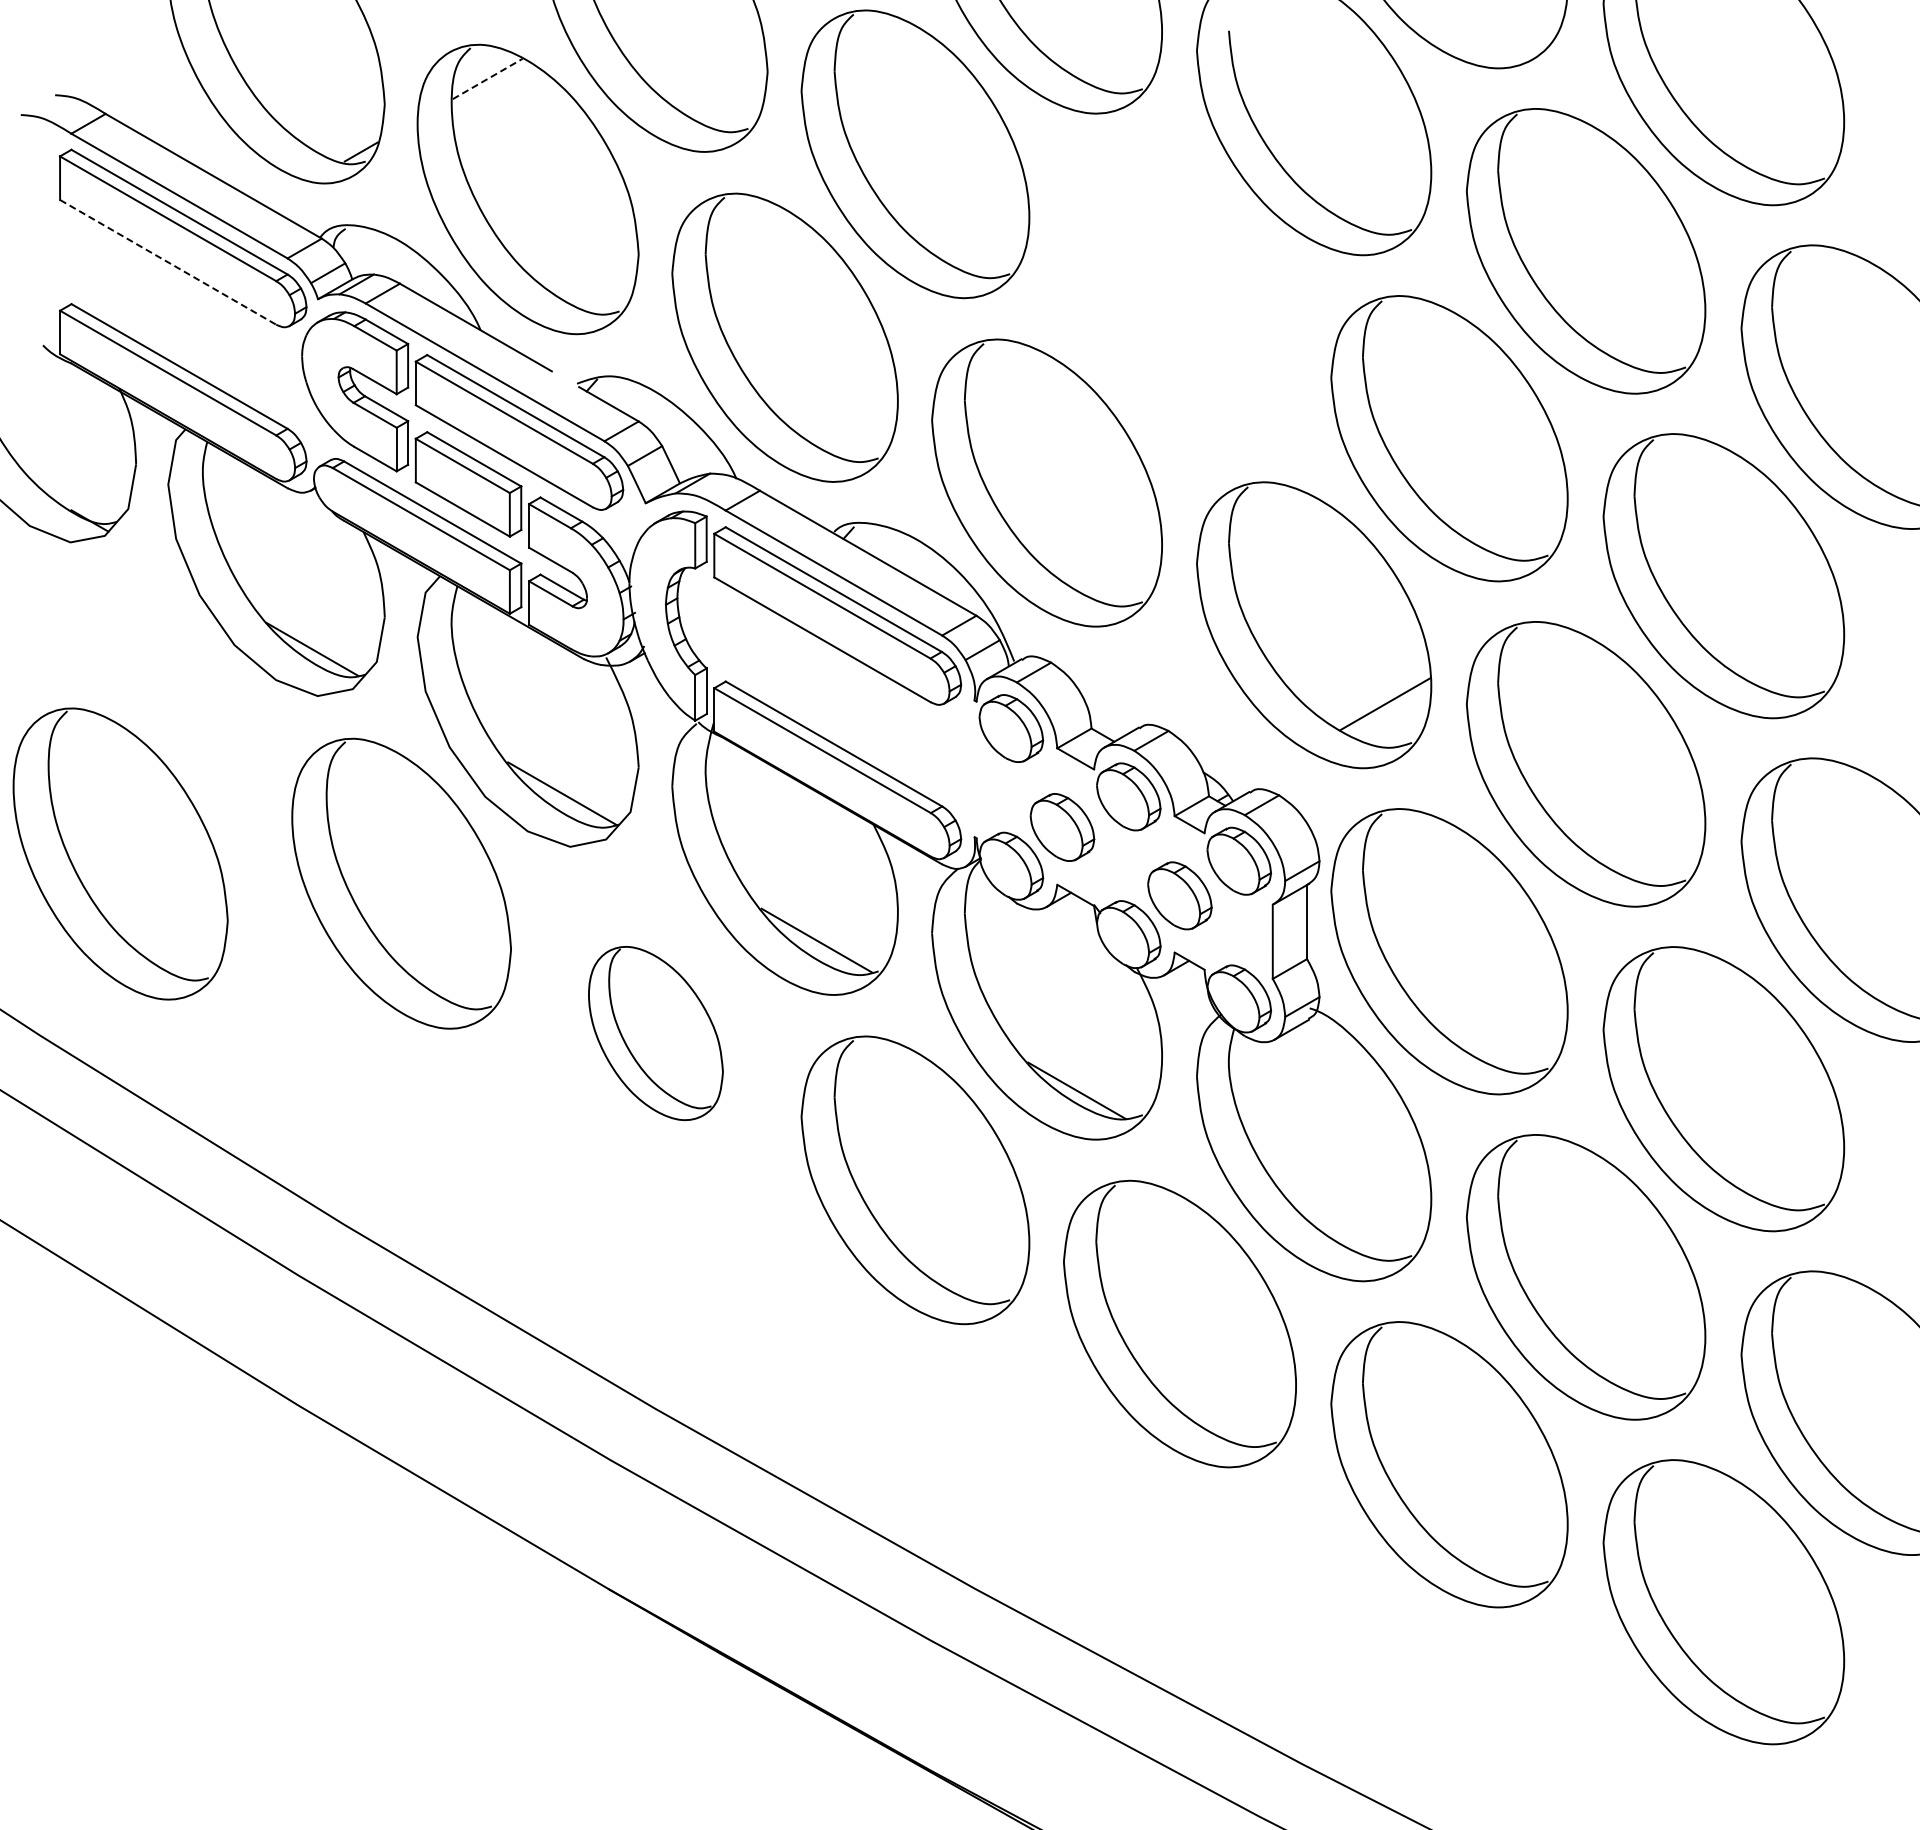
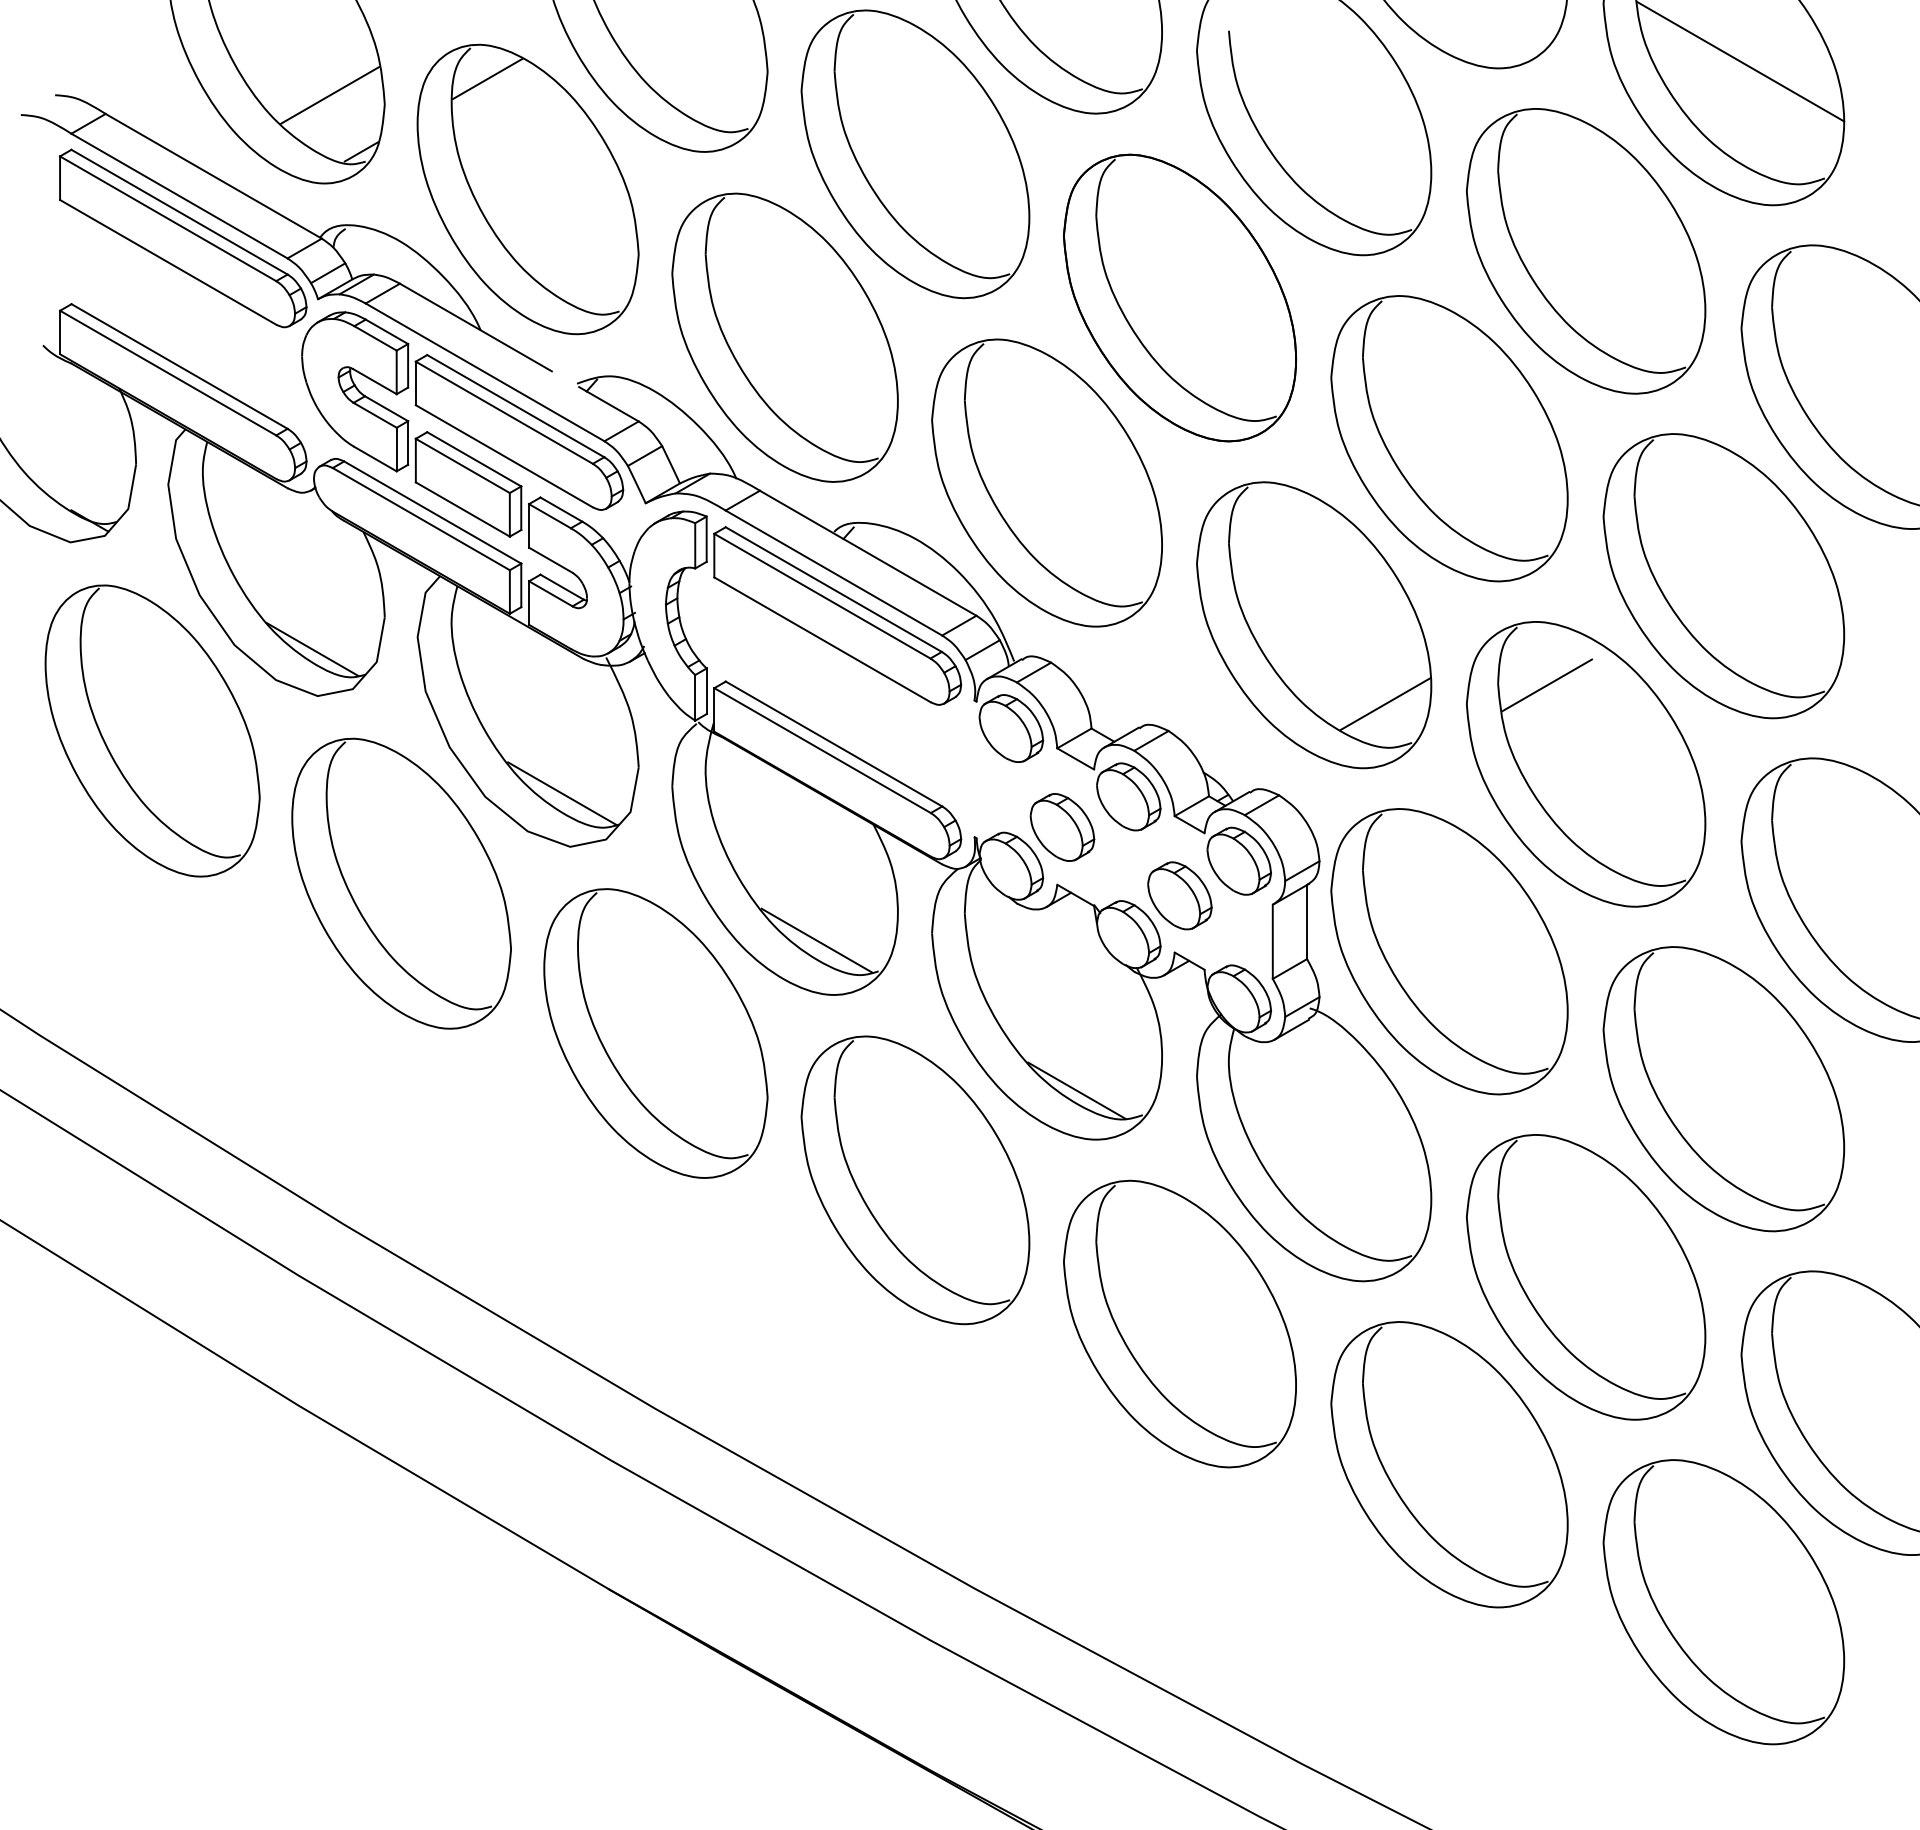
line at (1740, 61): none -> present
line at (488, 78): dashed -> solid
line at (330, 94): none -> present
line at (168, 262): dashed -> solid
part at (1180, 297): none -> present
line at (1547, 685): none -> present
part at (120, 853) position: (120, 853) -> (152, 730)
part at (655, 1033) size: 136x176 px -> 226x291 px
